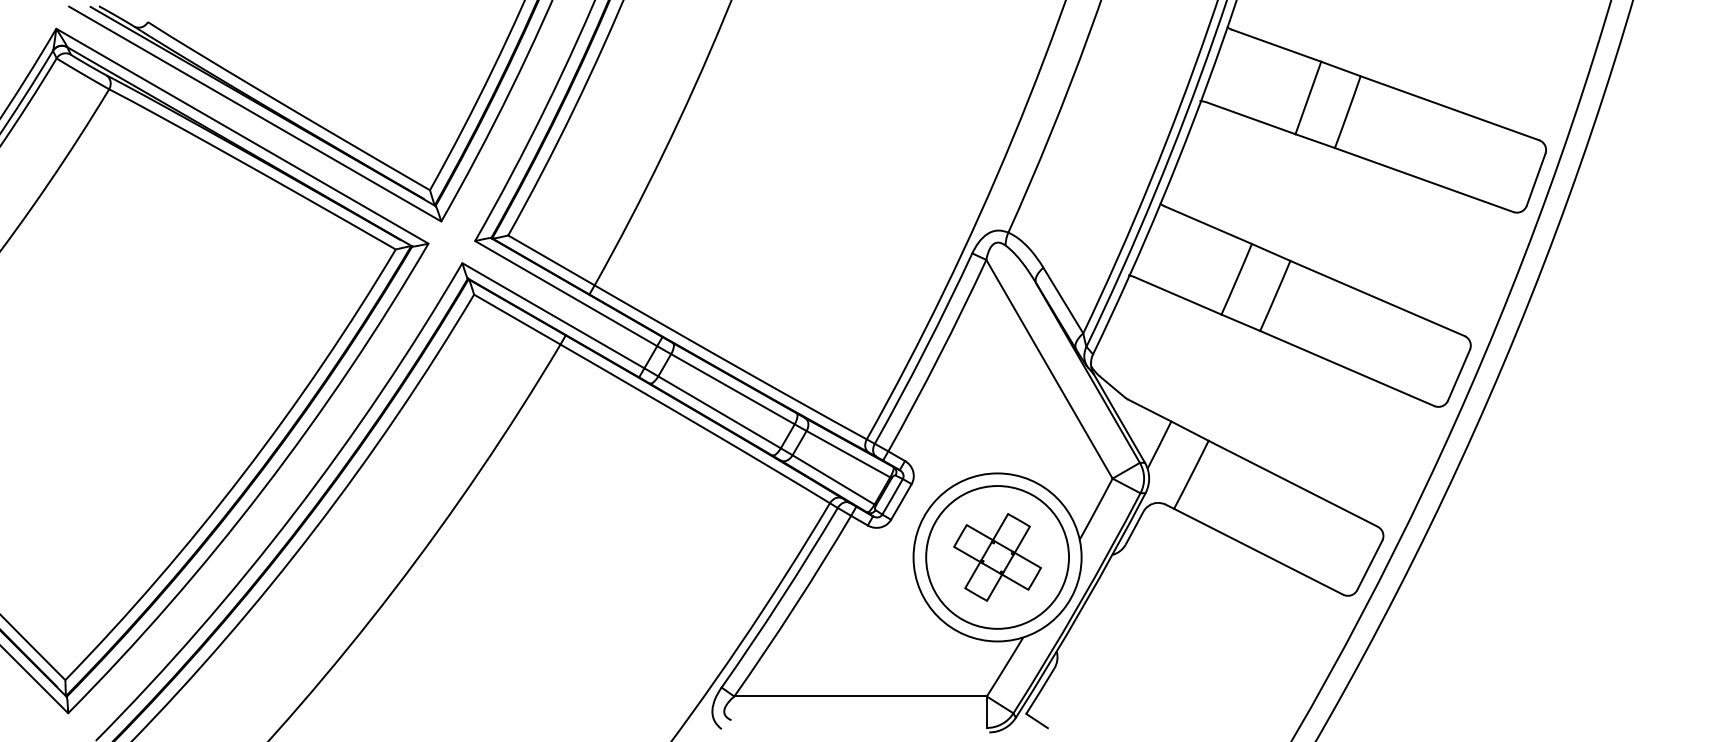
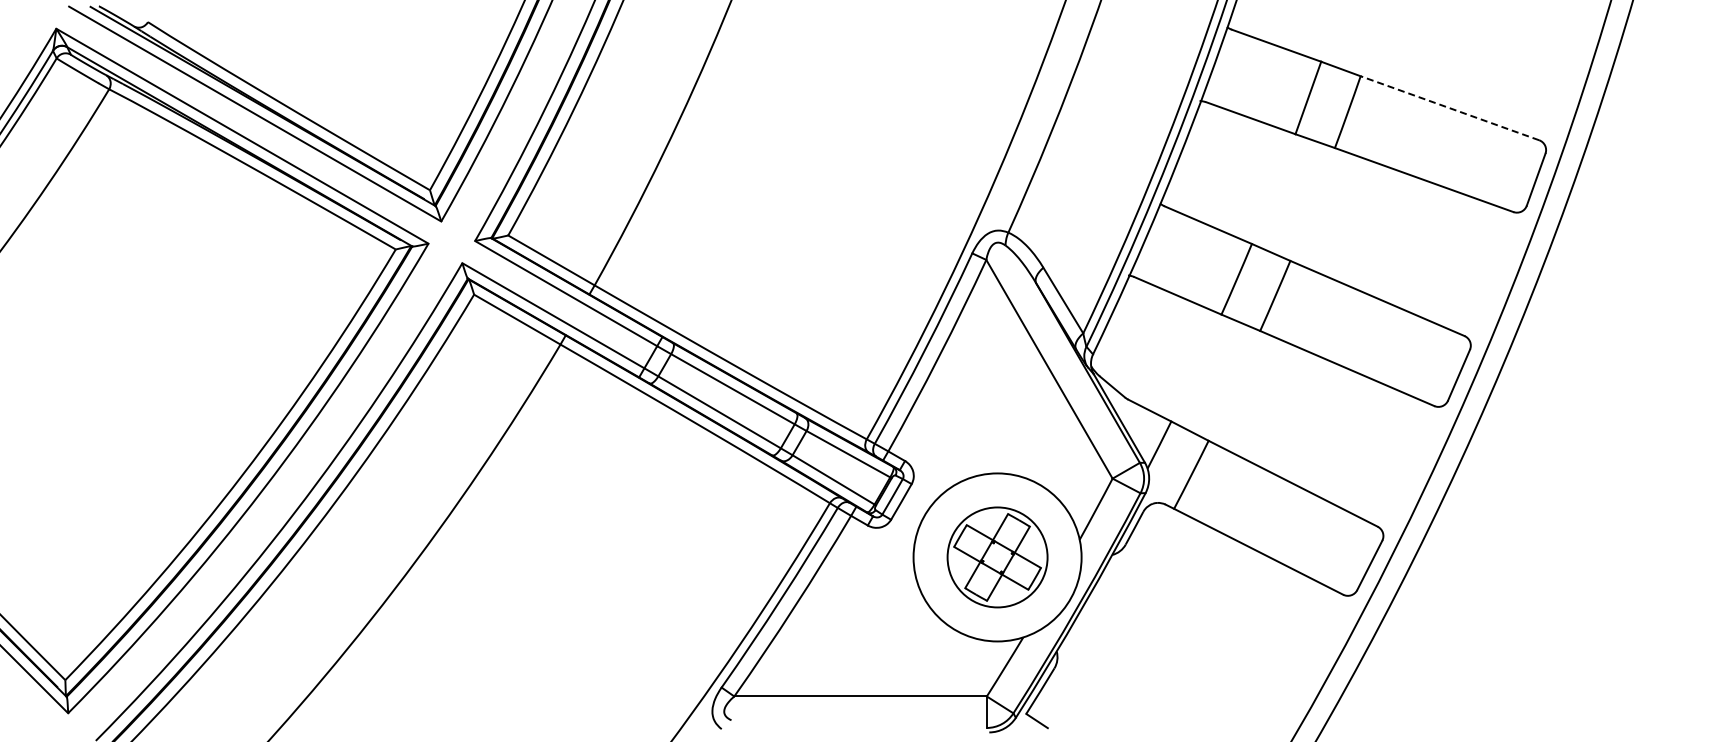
line at (1449, 108): solid -> dashed
circle at (997, 557) diameter: 143 px -> 100 px
